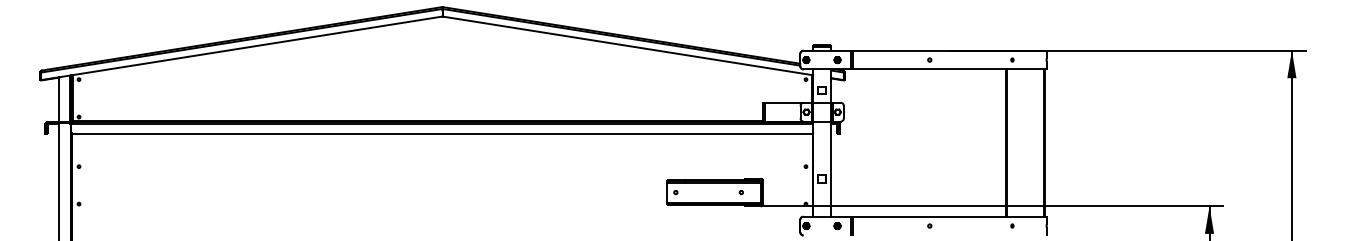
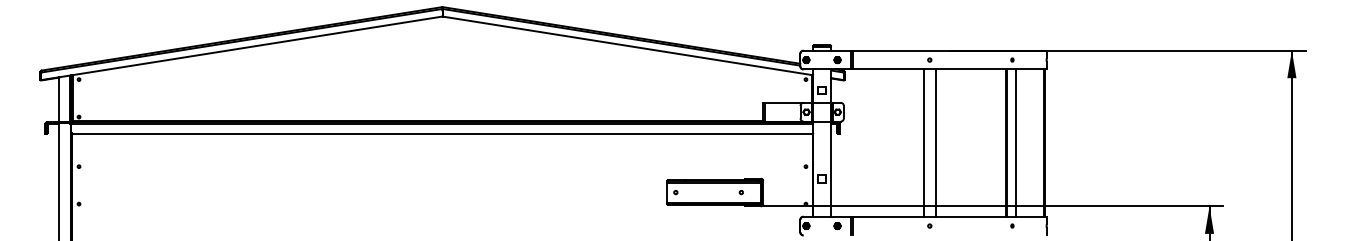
line at (923, 142): none -> present
line at (936, 142): none -> present
line at (1015, 142): none -> present
